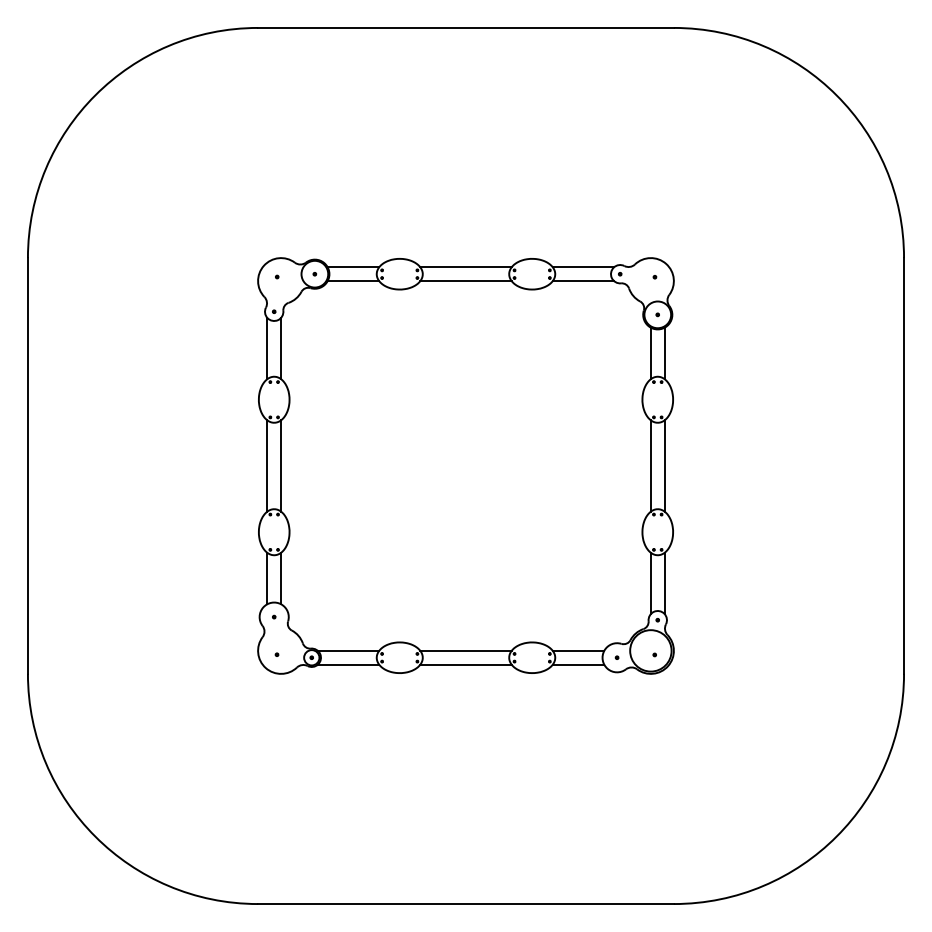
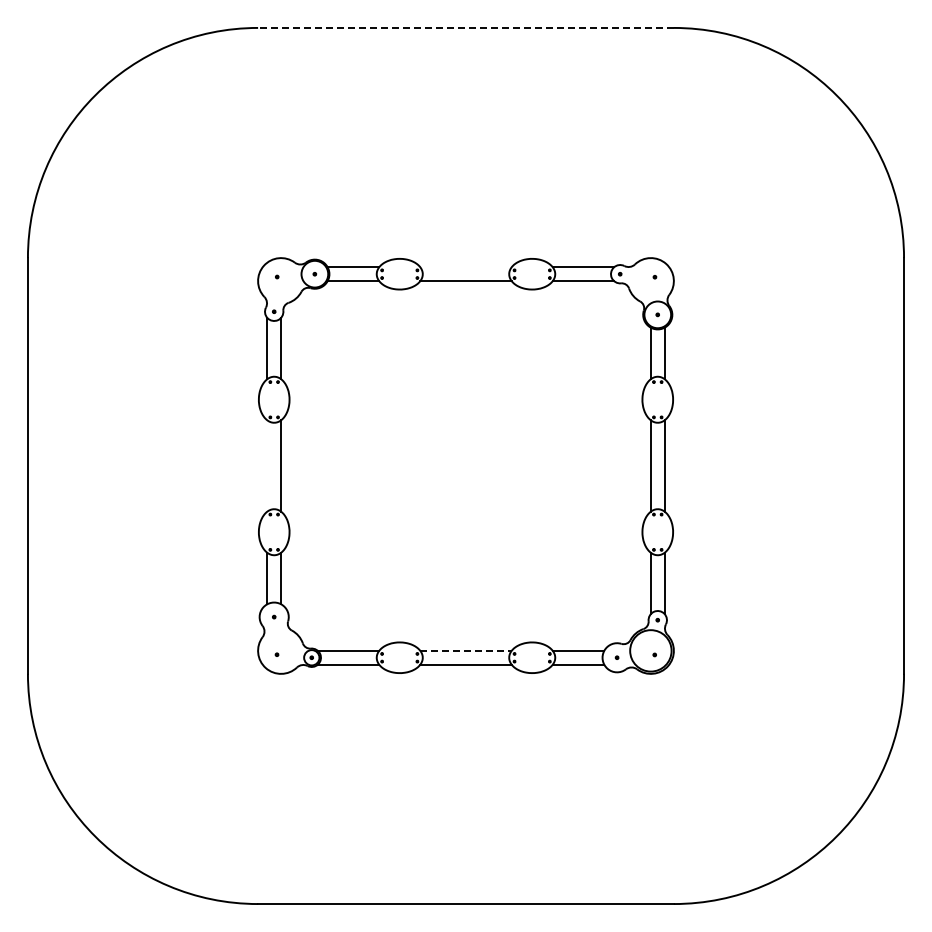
line at (465, 27): solid -> dashed
line at (465, 267): present -> none
line at (267, 465): present -> none
line at (465, 650): solid -> dashed
